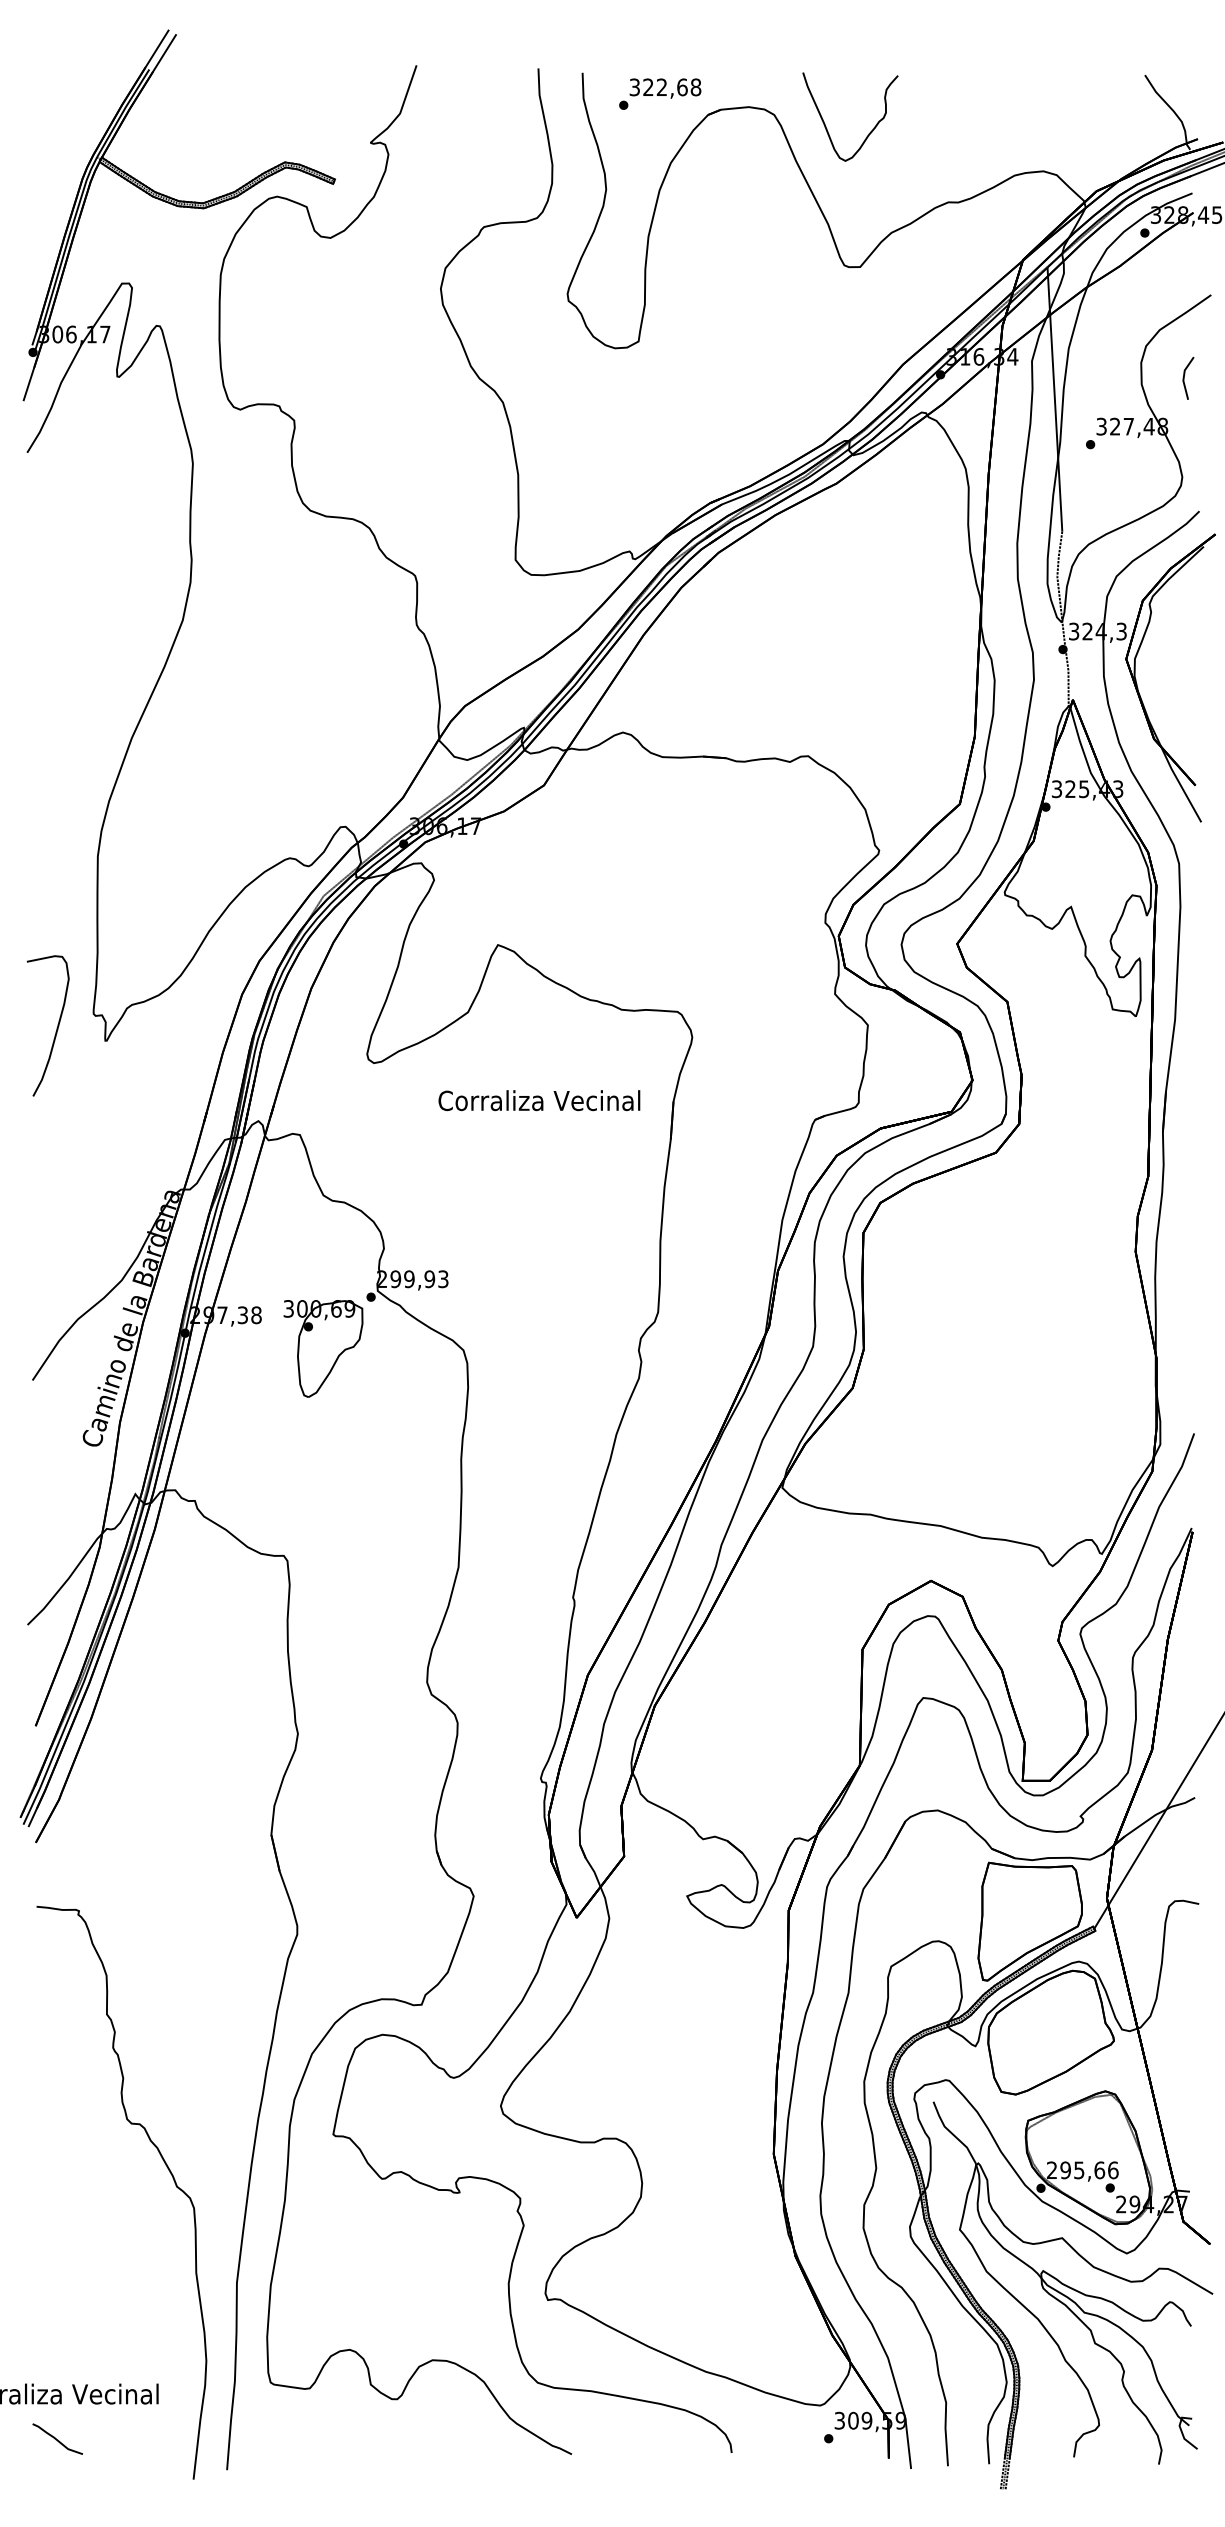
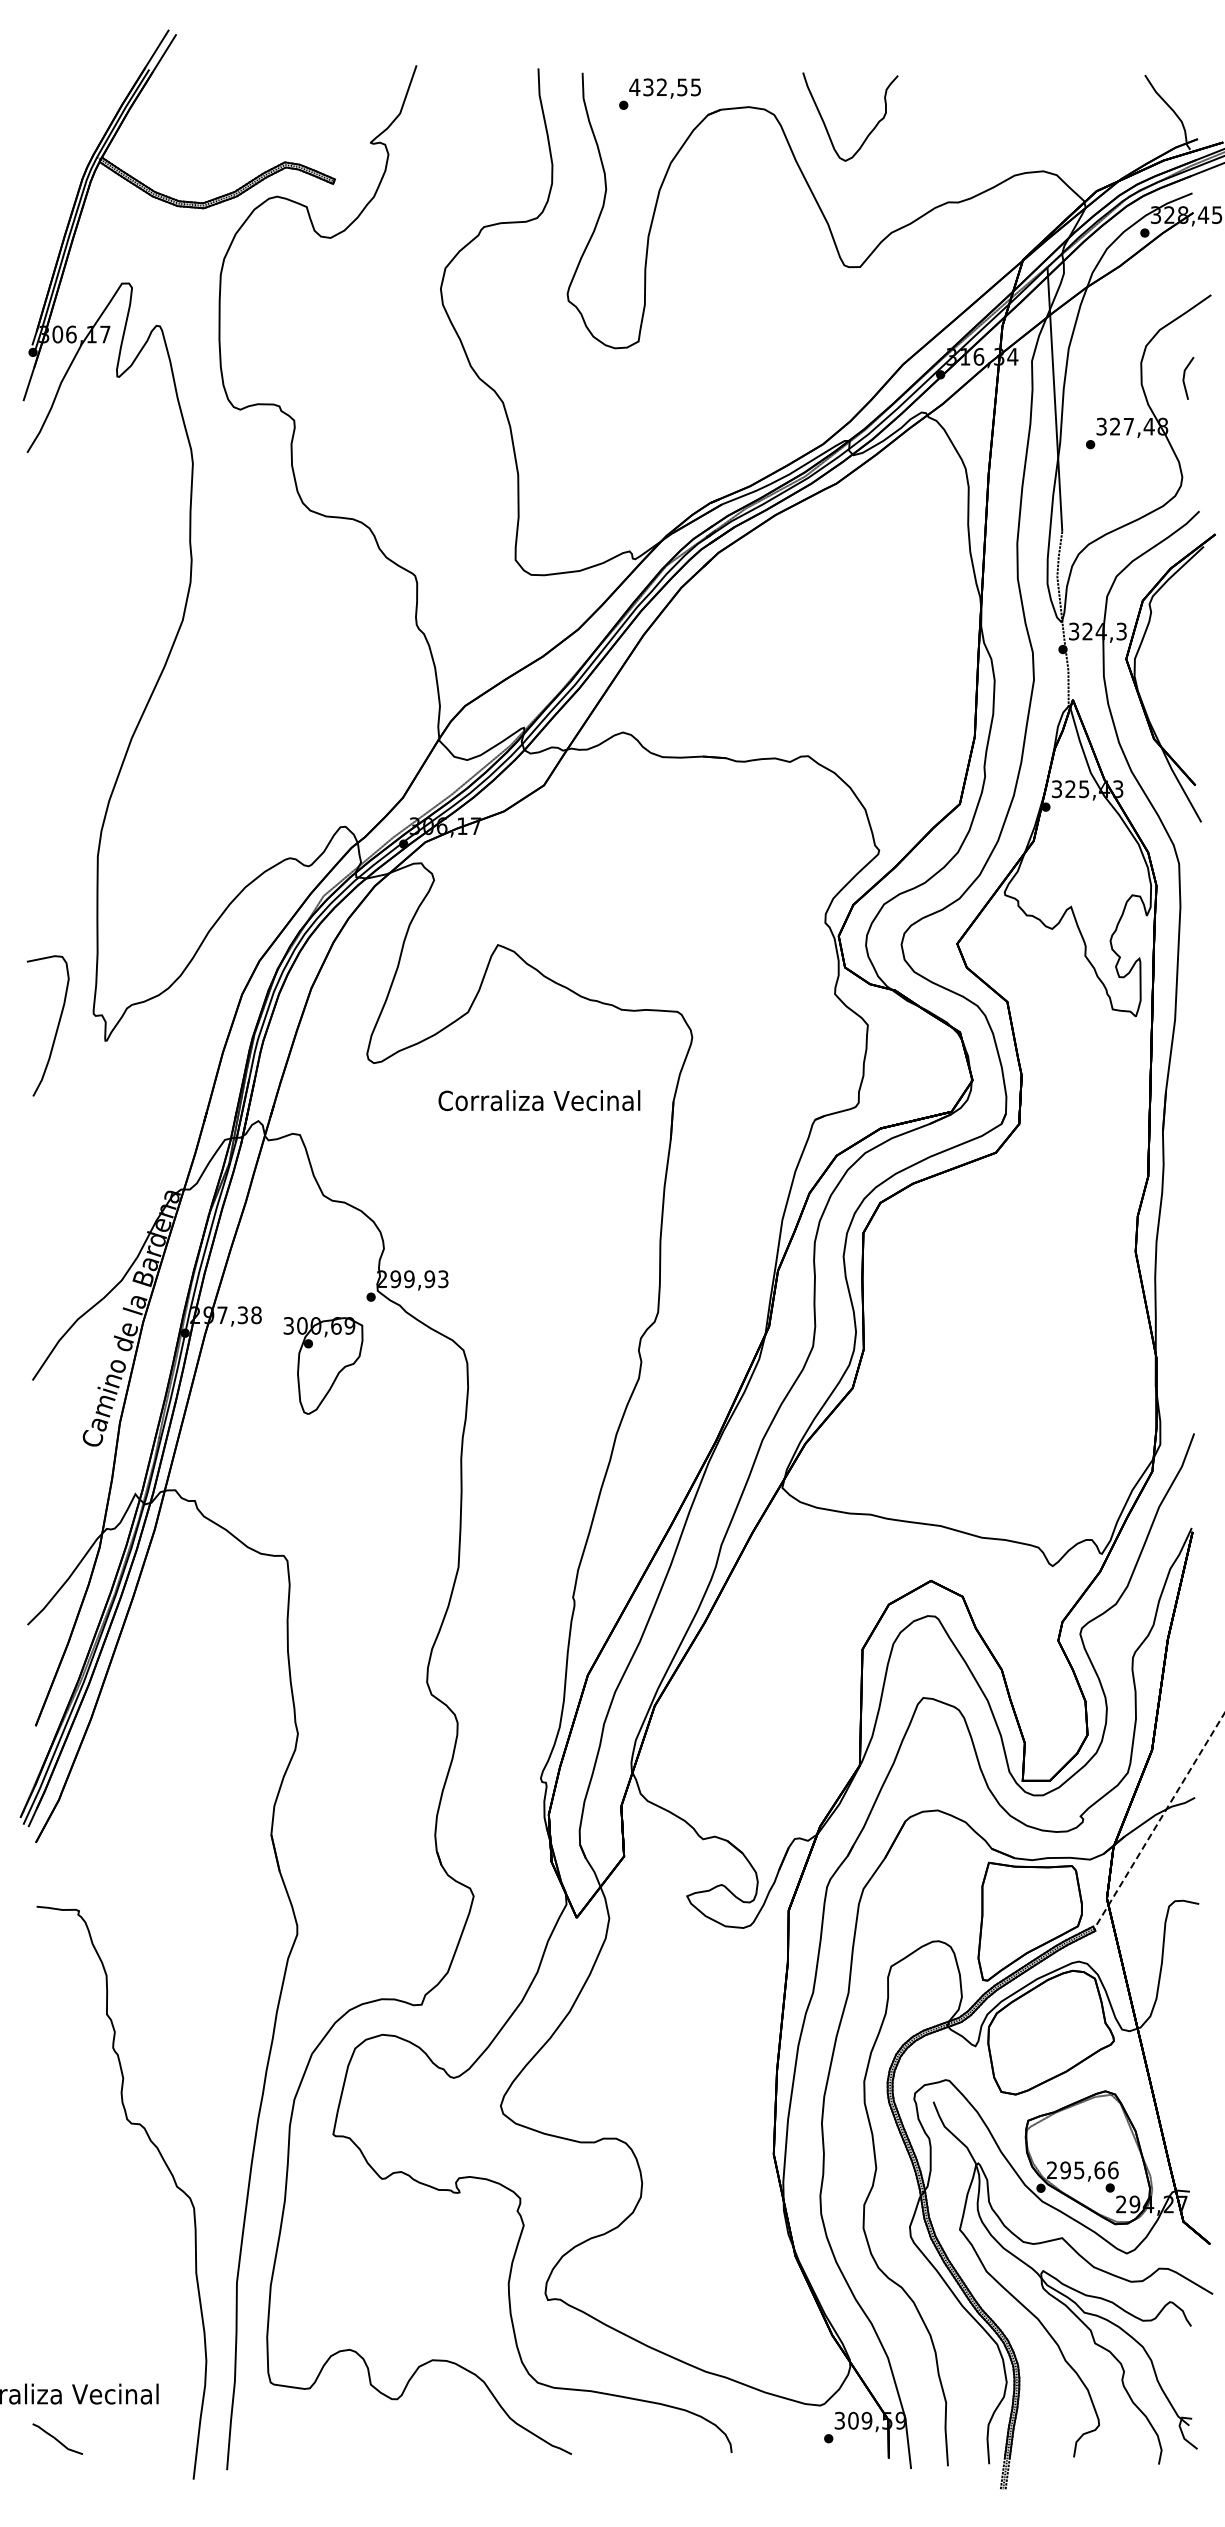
text at (665, 87): 322,68 -> 432,55
part at (323, 1348) position: (323, 1348) -> (323, 1365)
line at (1159, 1820): solid -> dashed
